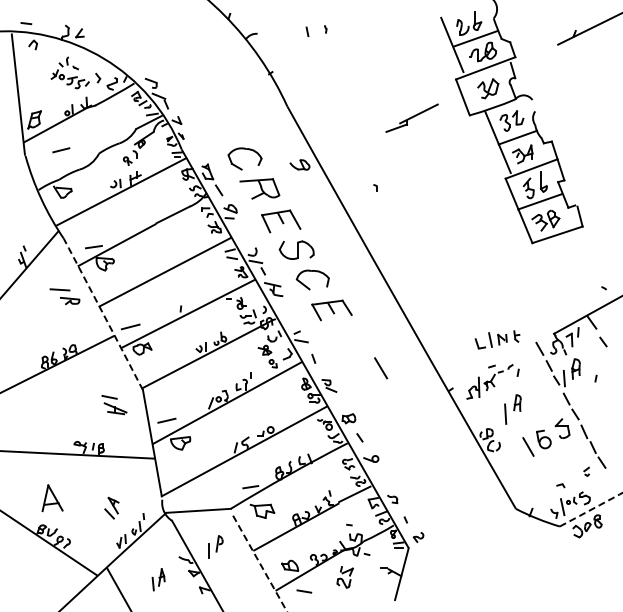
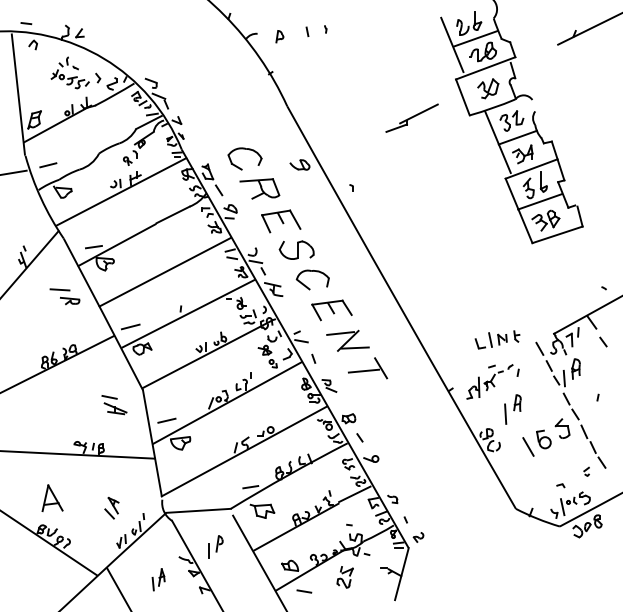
part at (279, 36): none -> present
line at (61, 150) position: (61, 150) -> (48, 165)
line at (14, 172): none -> present
part at (375, 187) position: (375, 187) -> (351, 187)
arc at (103, 314): dashed -> solid
part at (347, 340): none -> present
line at (363, 370): none -> present
line at (595, 378) position: (595, 378) -> (597, 397)
arc at (591, 509): dashed -> solid
line at (260, 564): dashed -> solid
